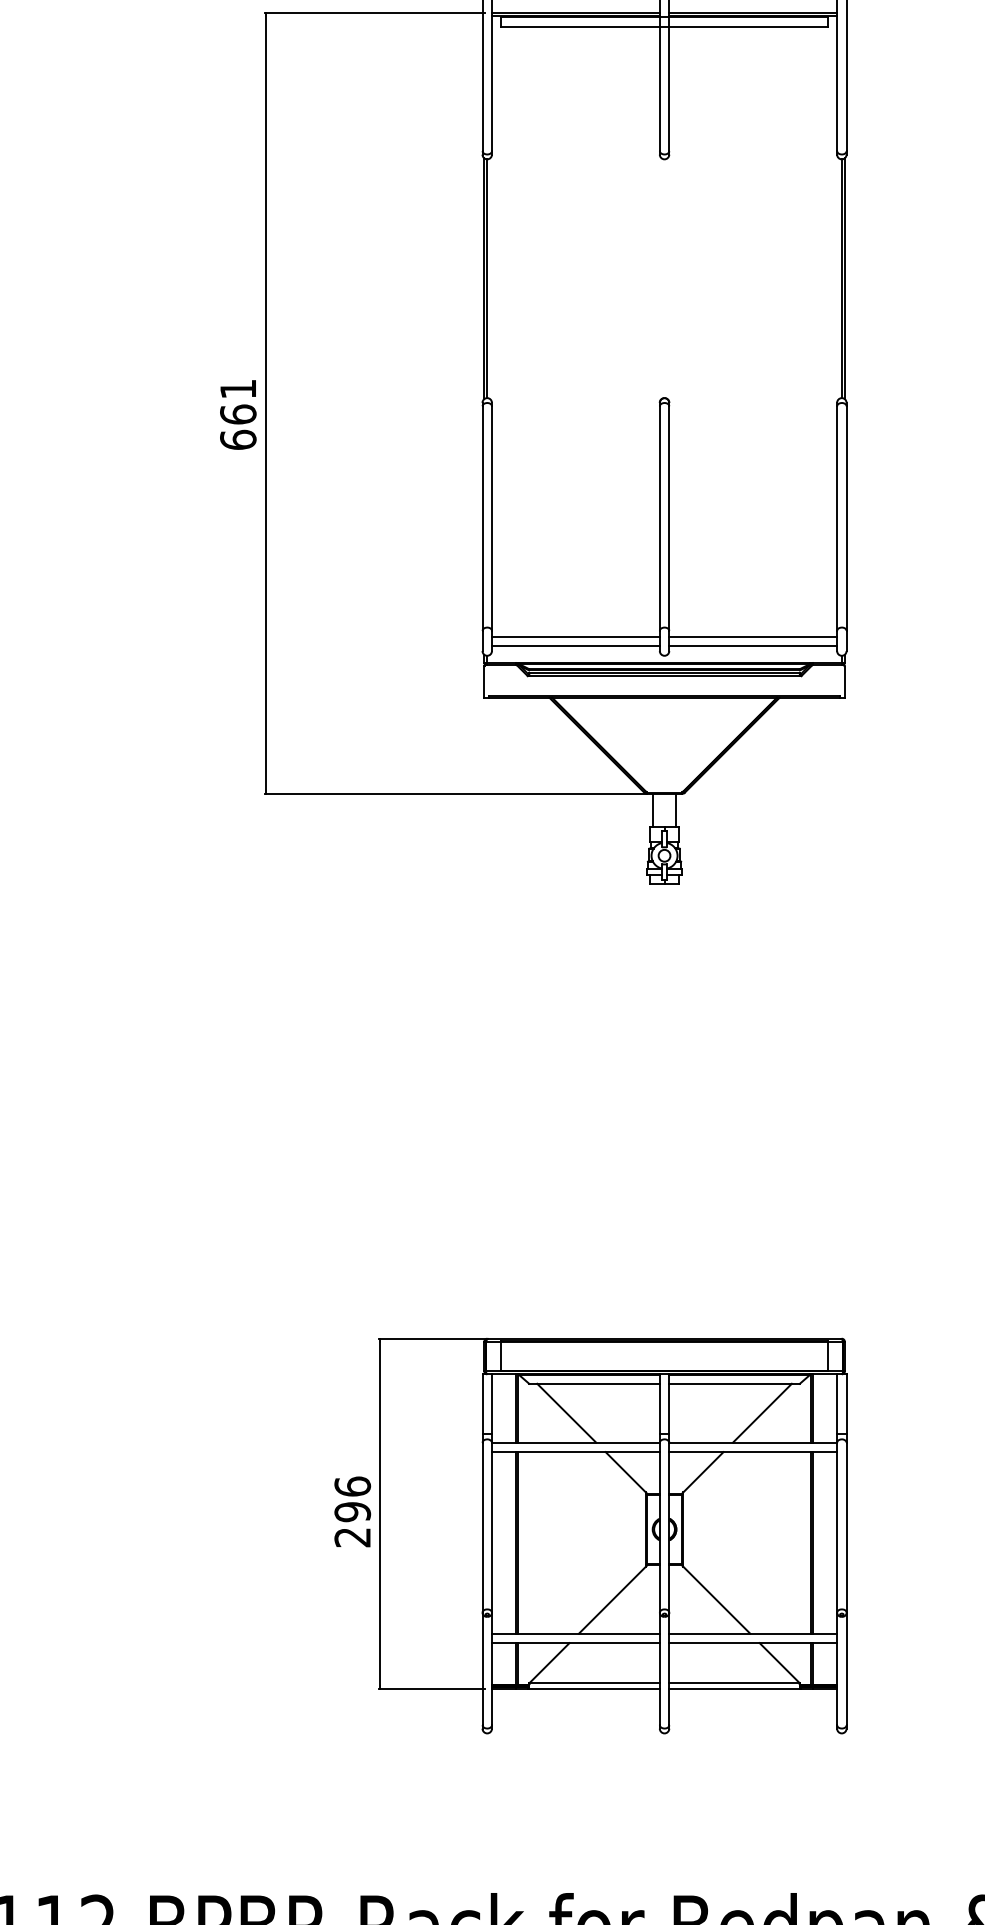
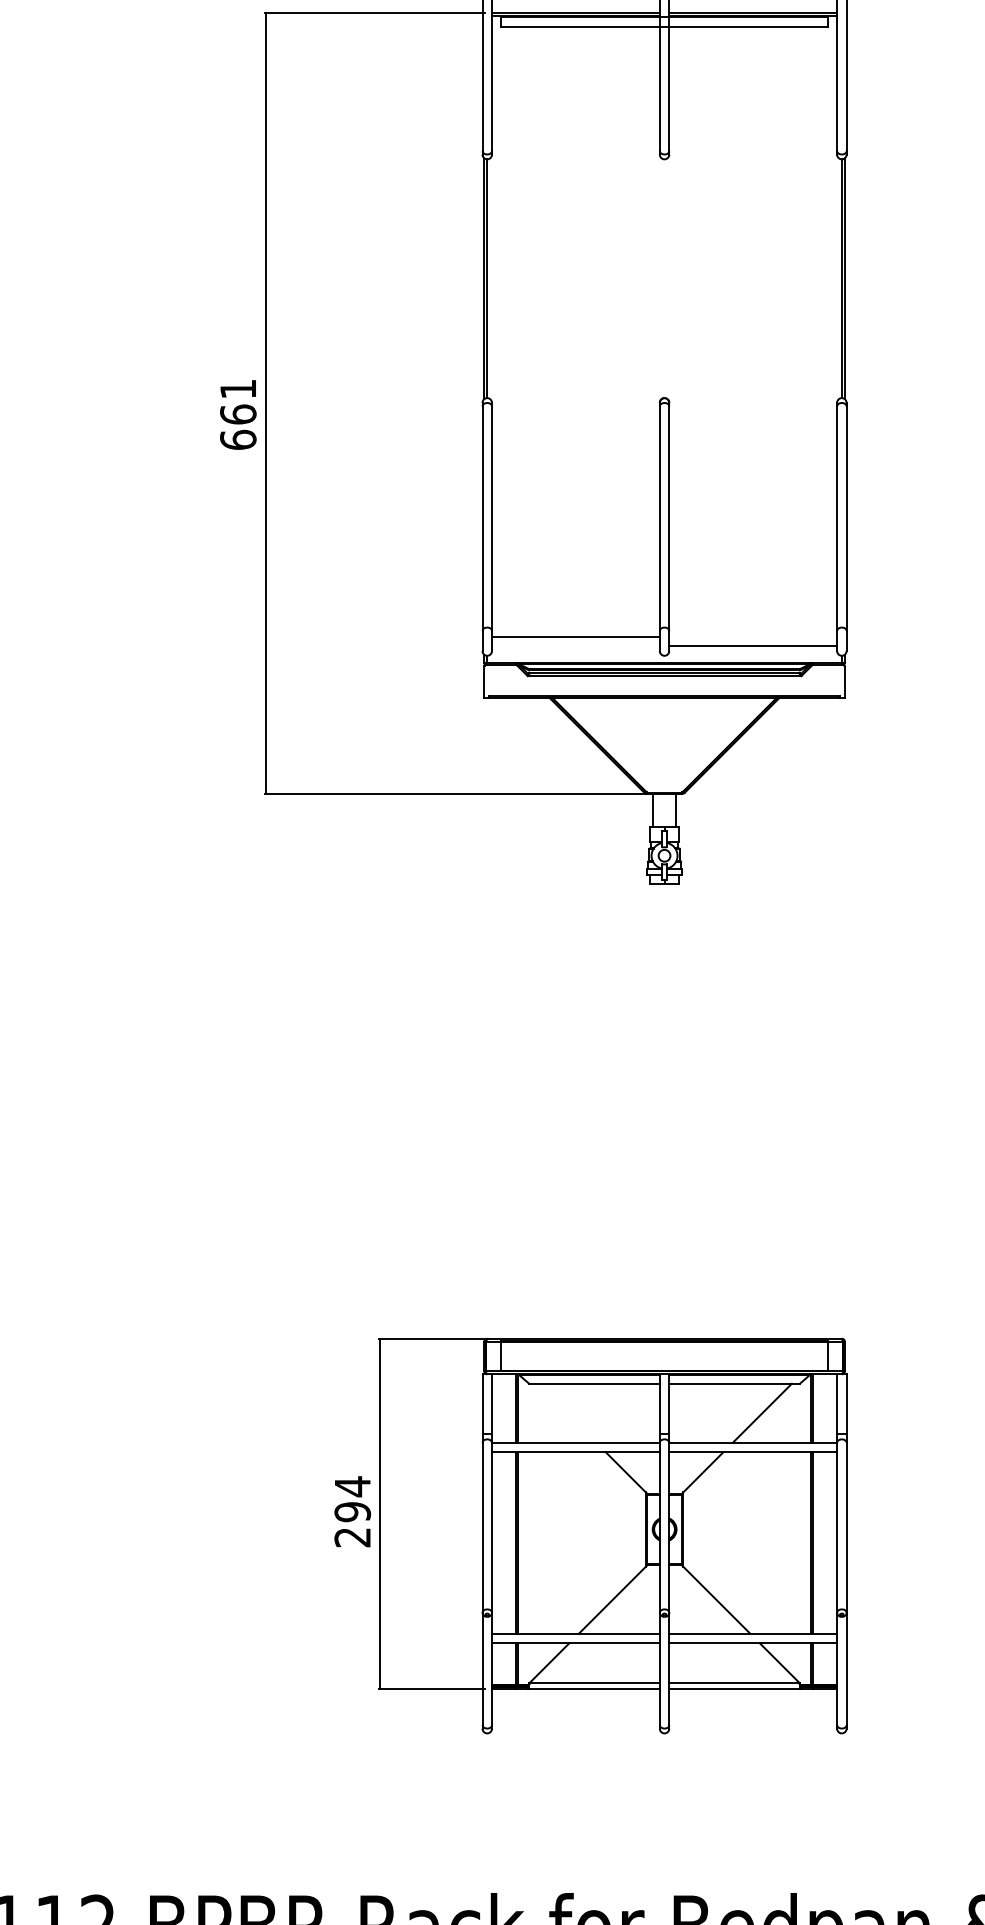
line at (753, 636): present -> none
line at (575, 646): present -> none
line at (566, 1412): present -> none
text at (352, 1486): 296 -> 294
